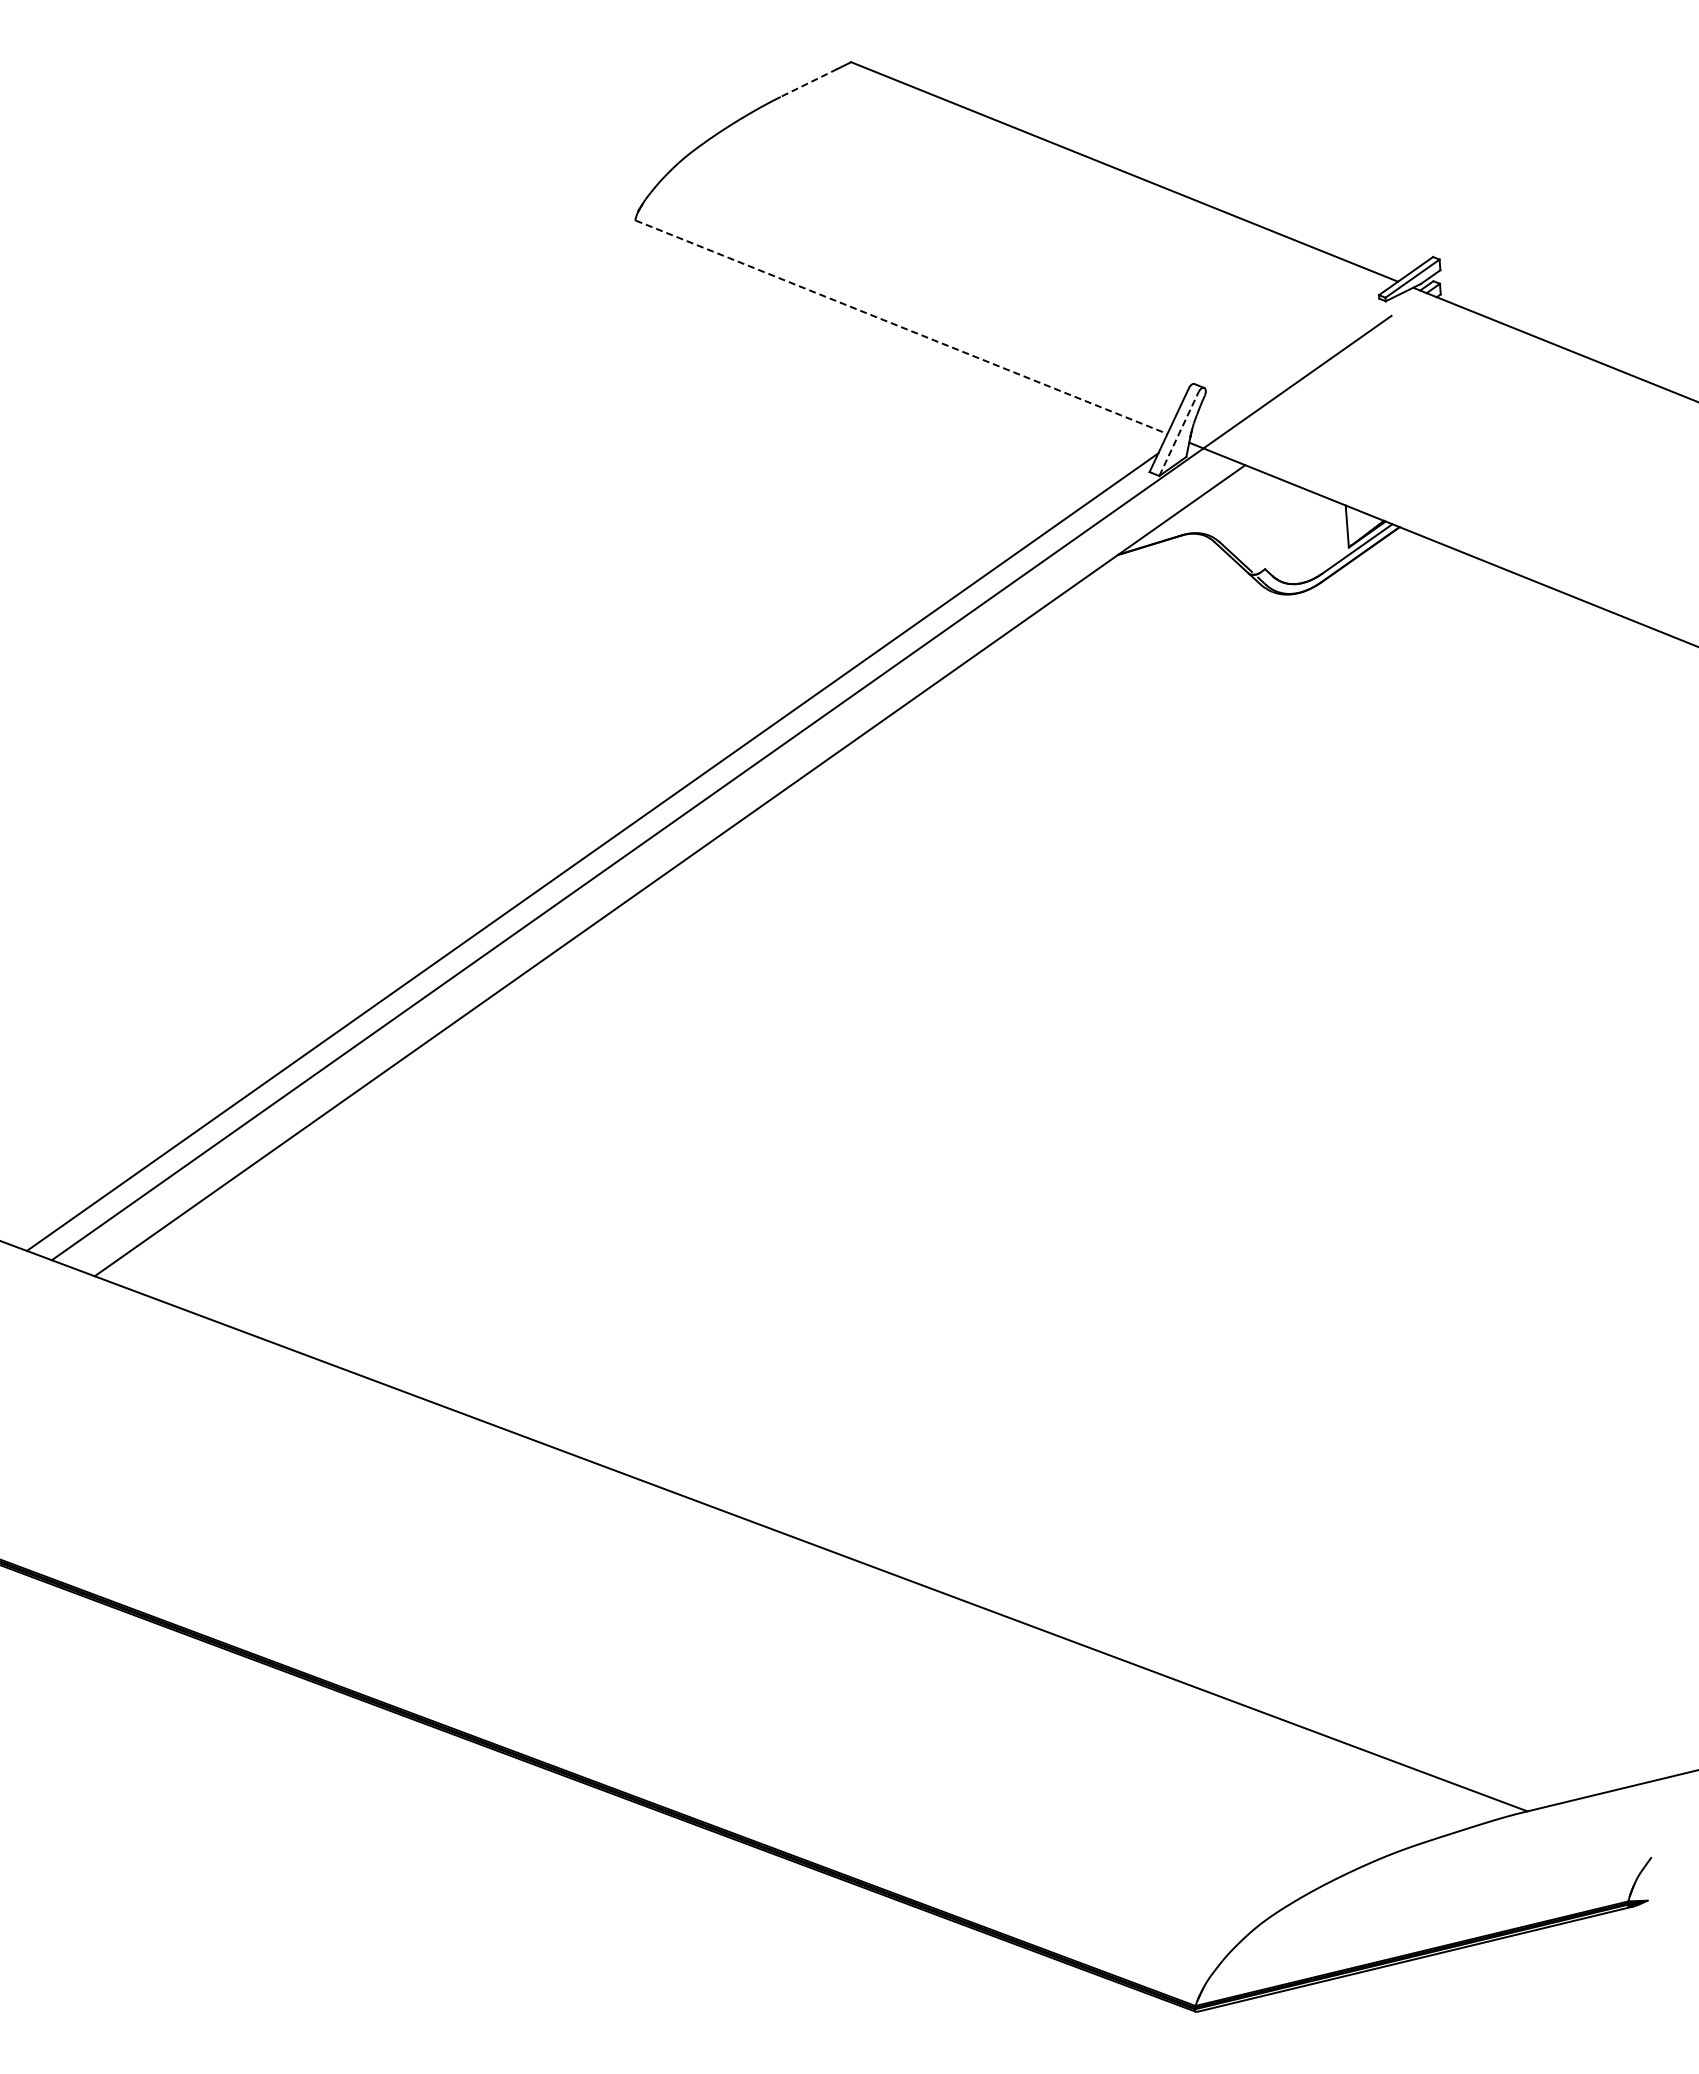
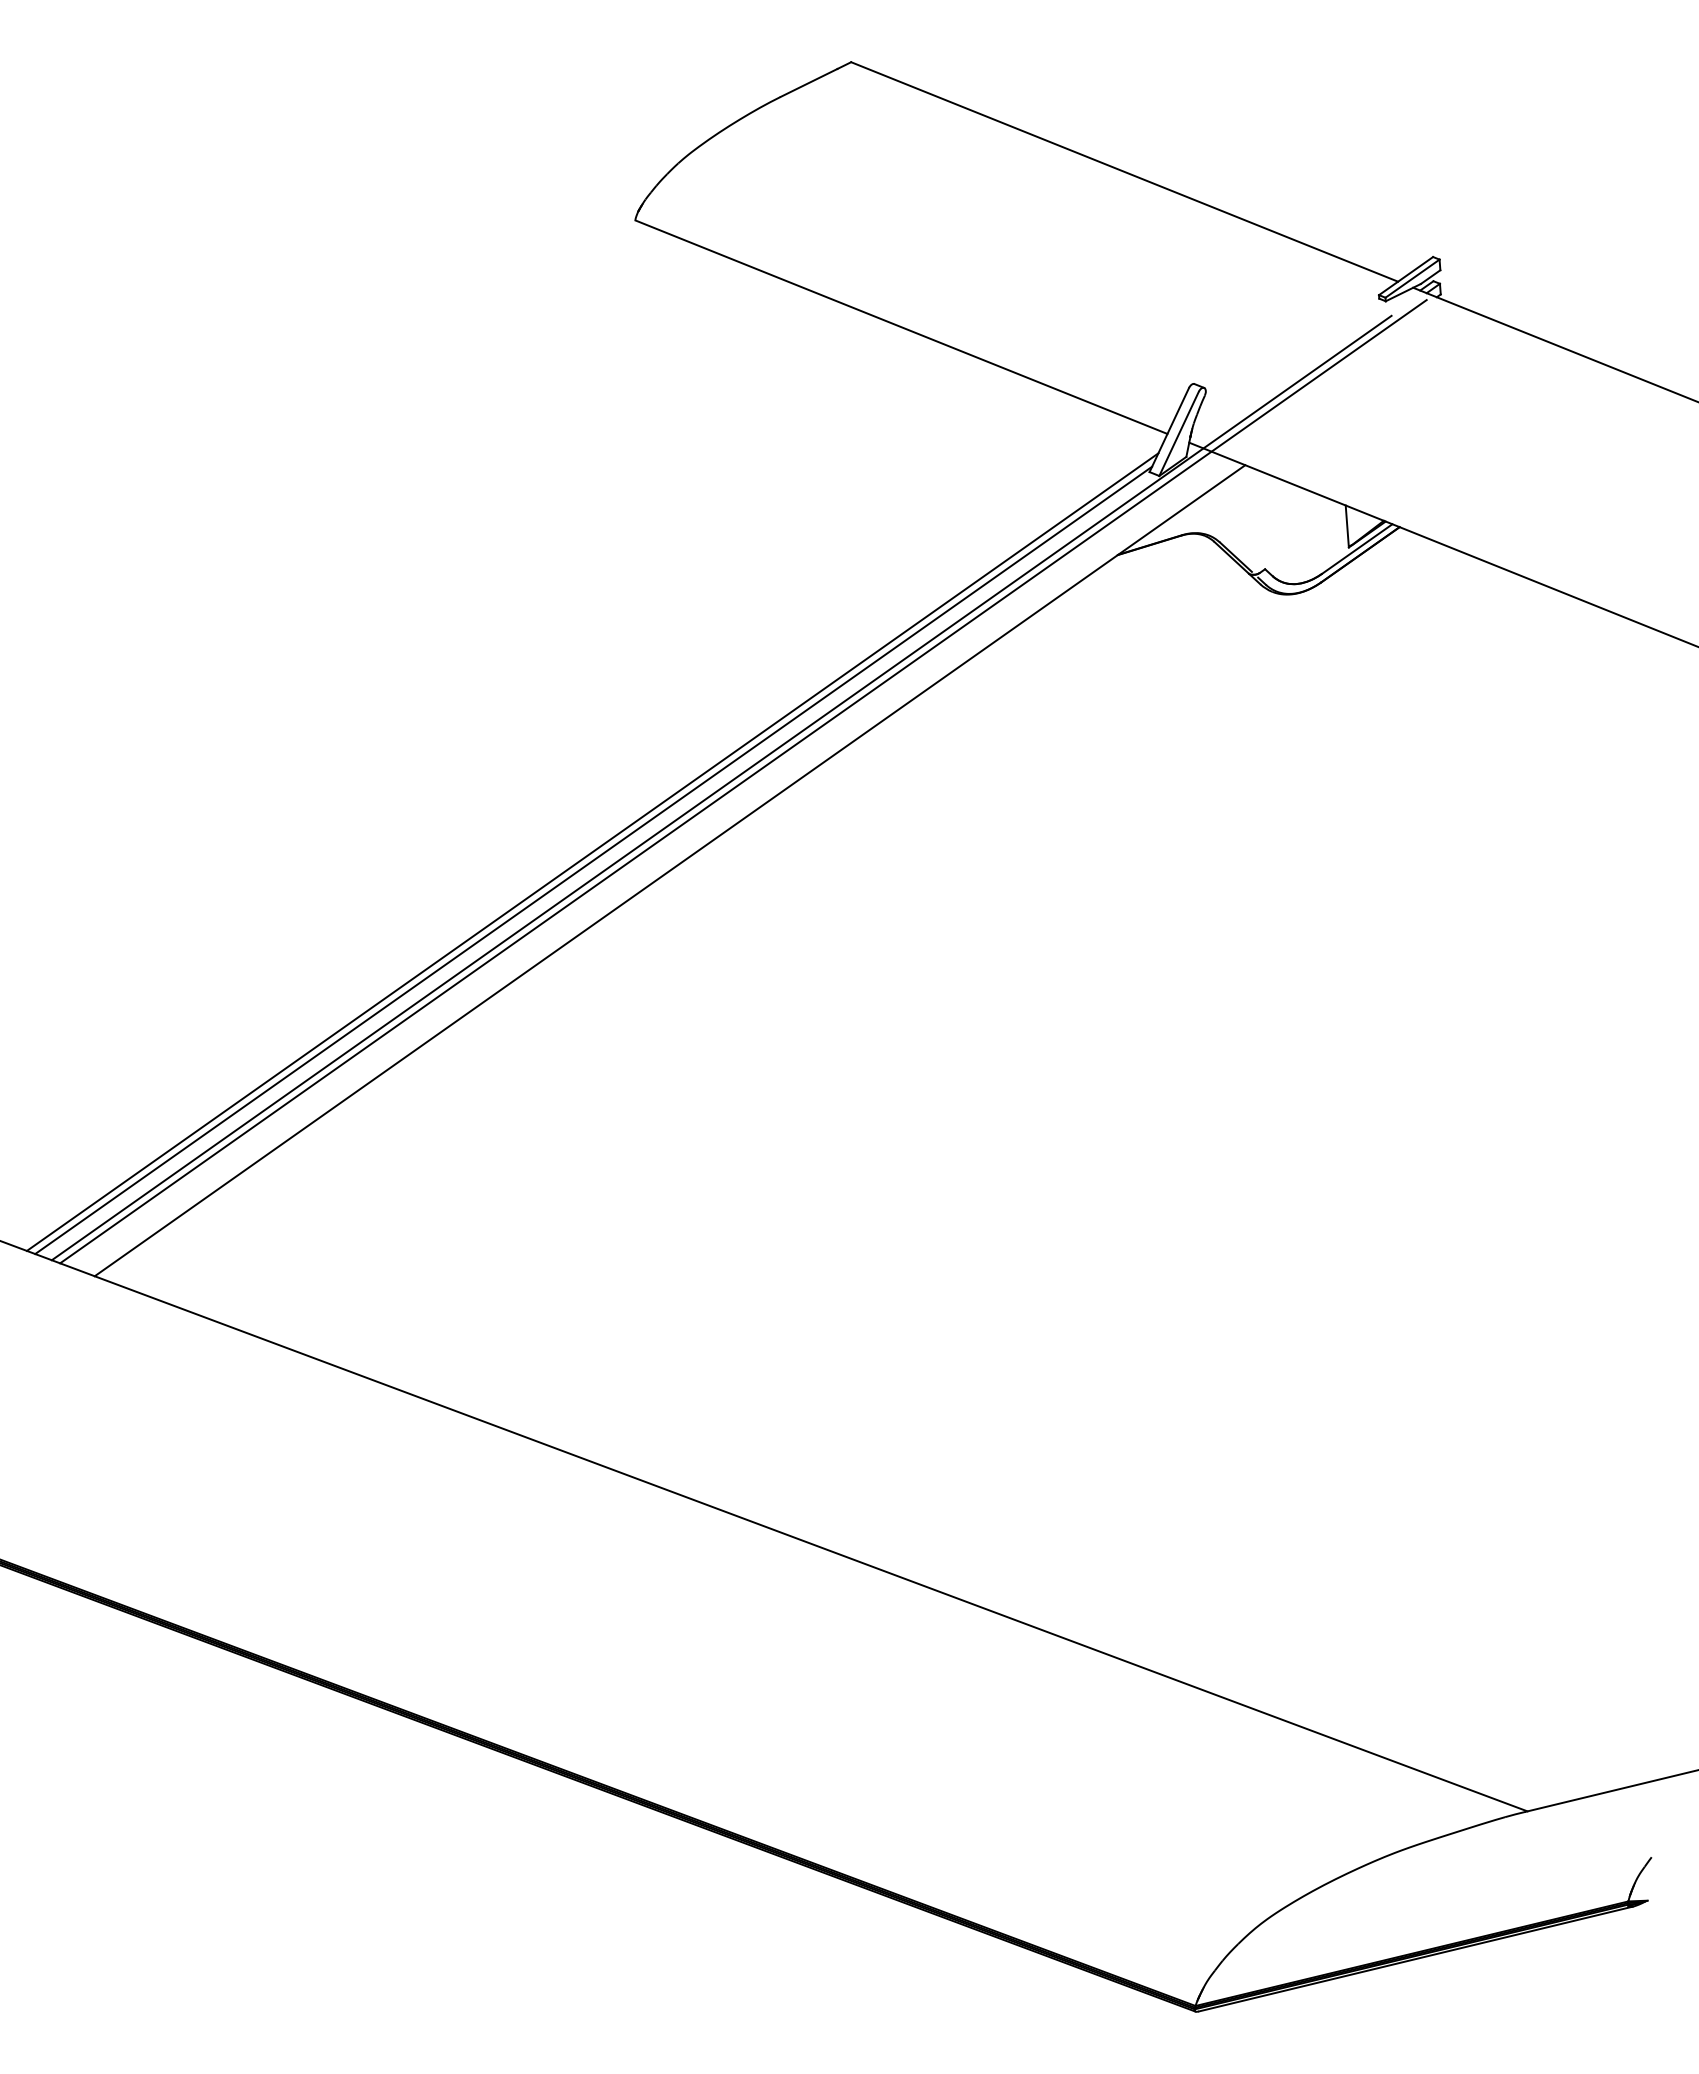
line at (809, 82): dashed -> solid
line at (901, 327): dashed -> solid
line at (1179, 433): dashed -> solid
line at (743, 781): none -> present
line at (593, 860): none -> present
